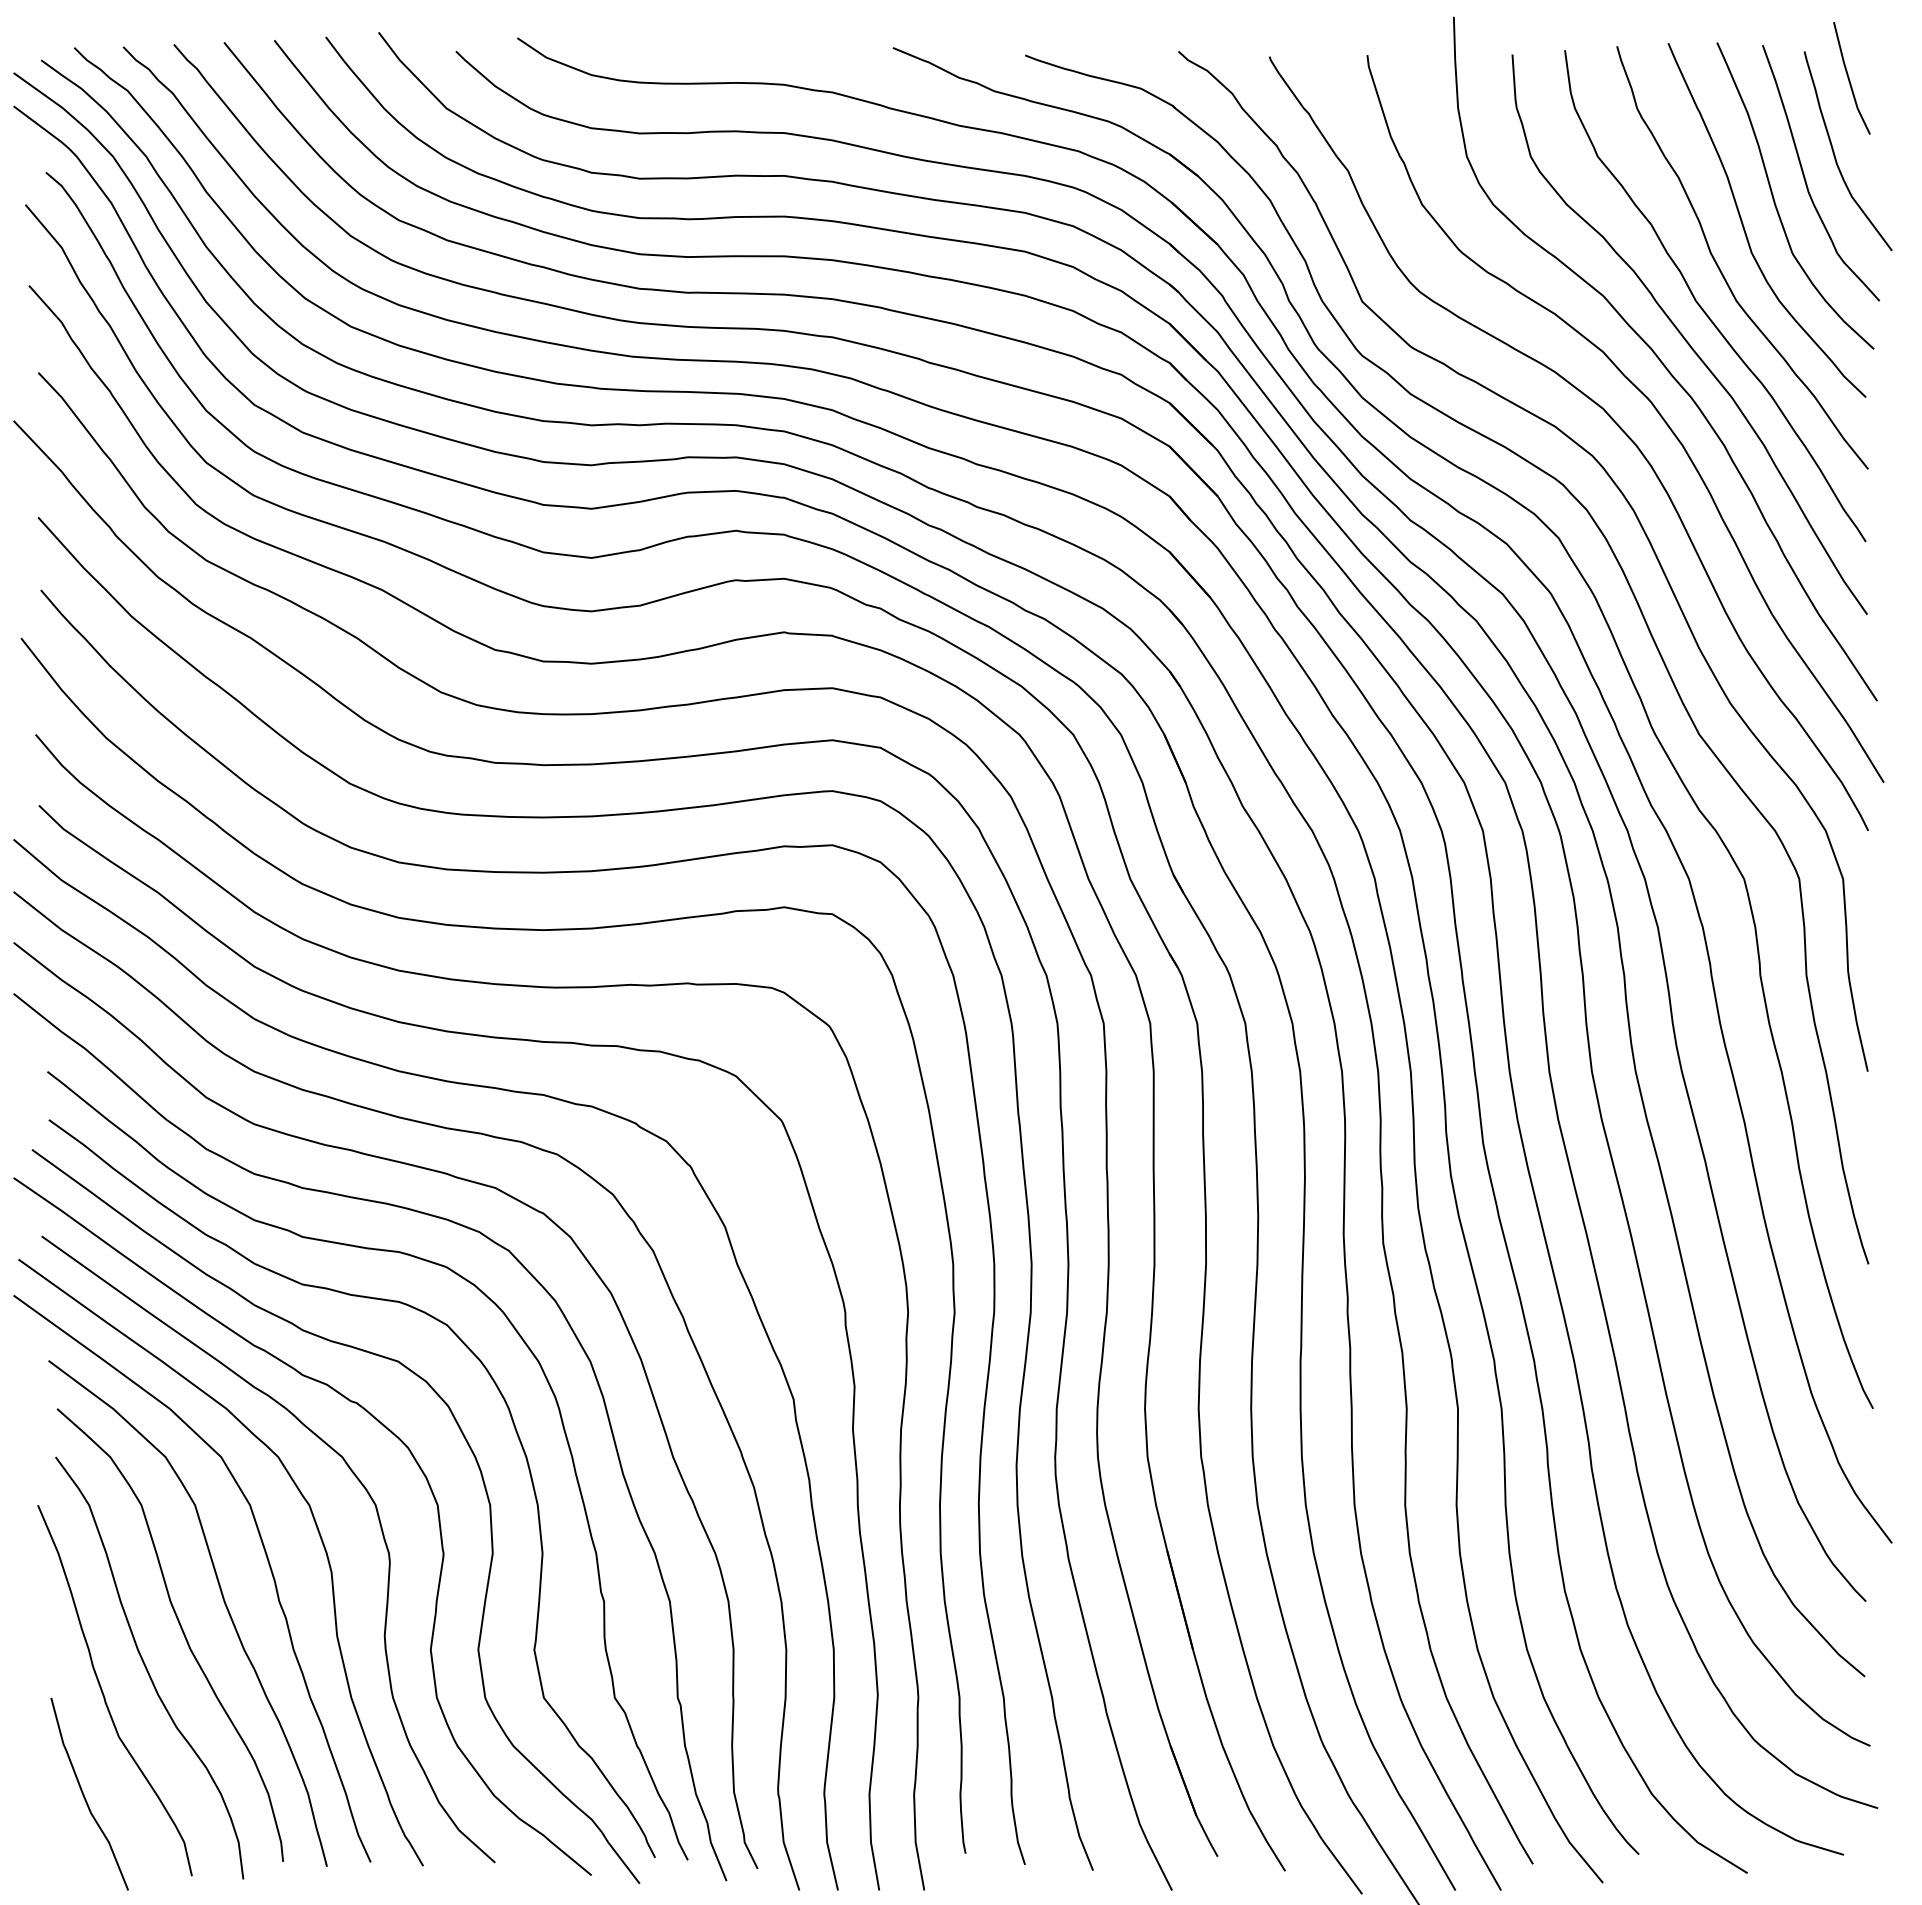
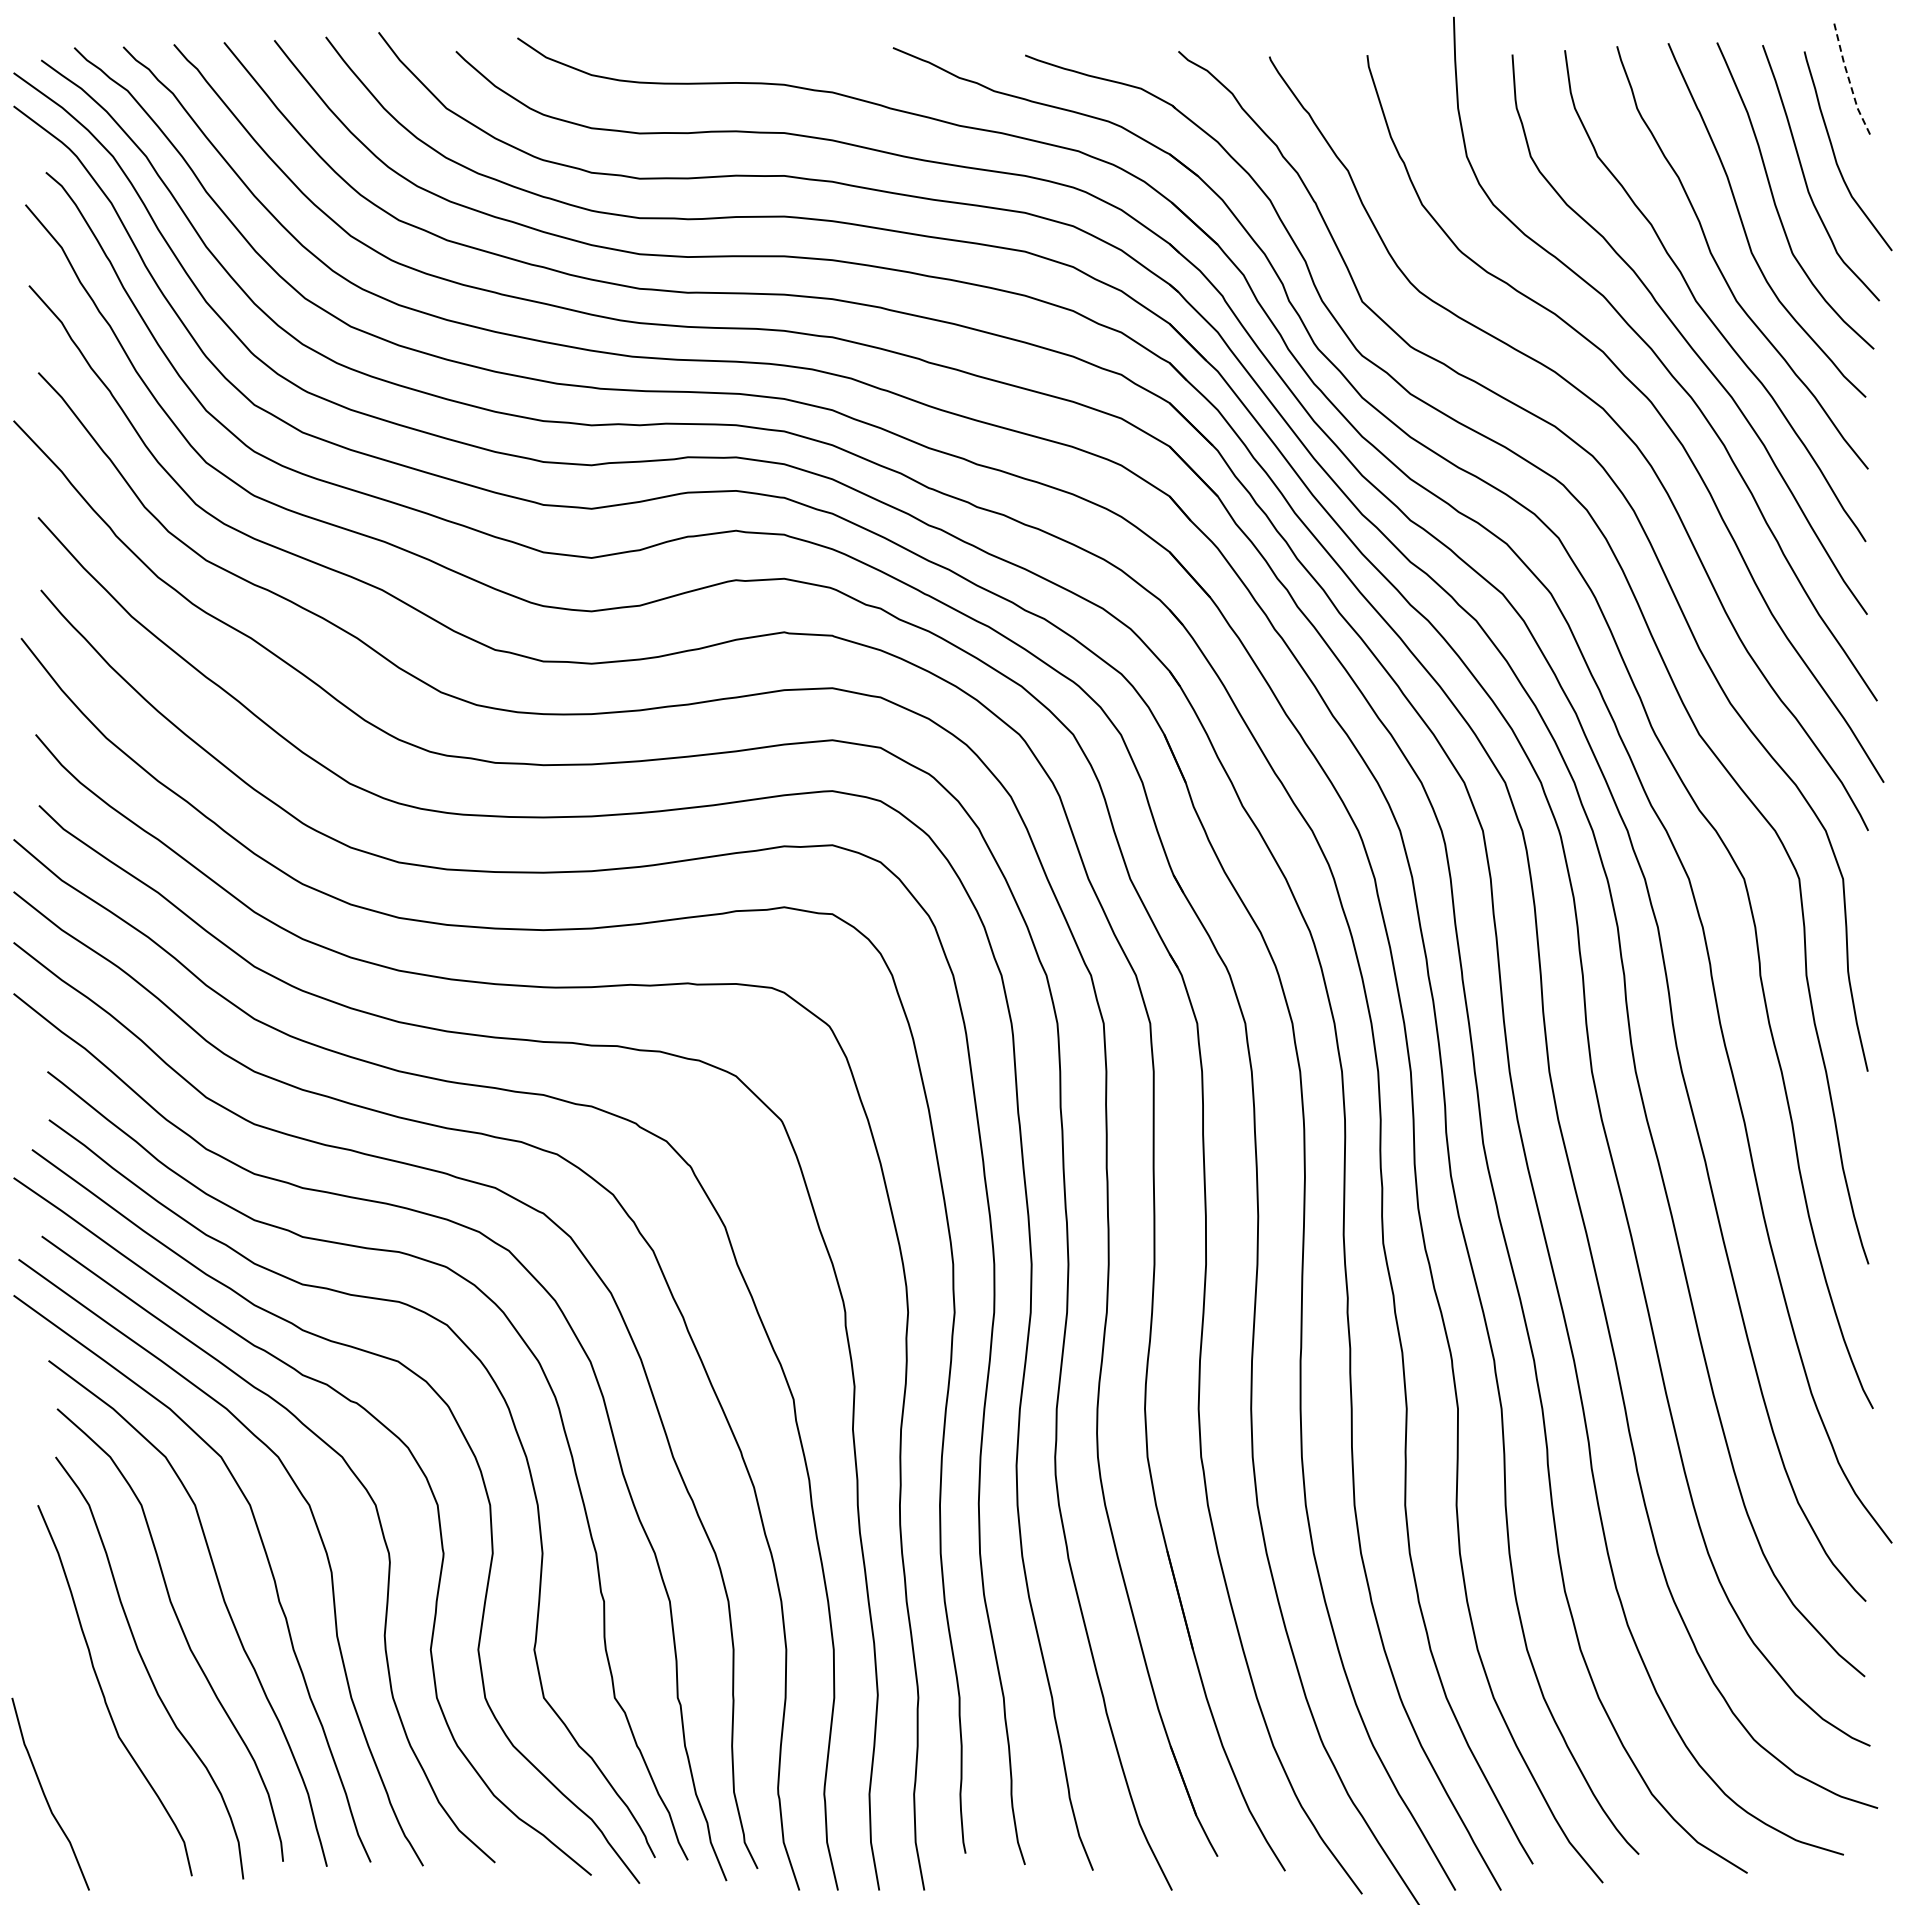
line at (1849, 79): solid -> dashed
curve at (84, 1794) position: (84, 1794) -> (45, 1794)
